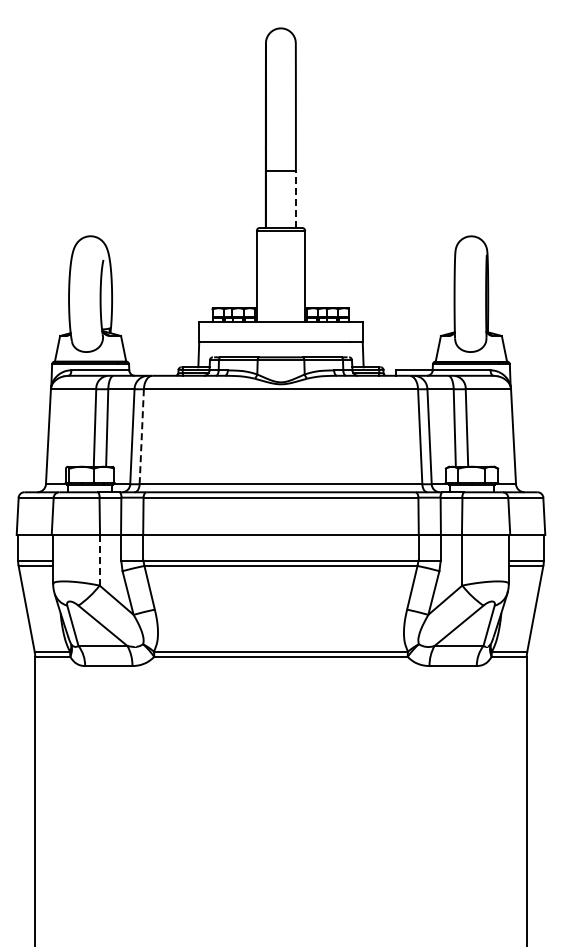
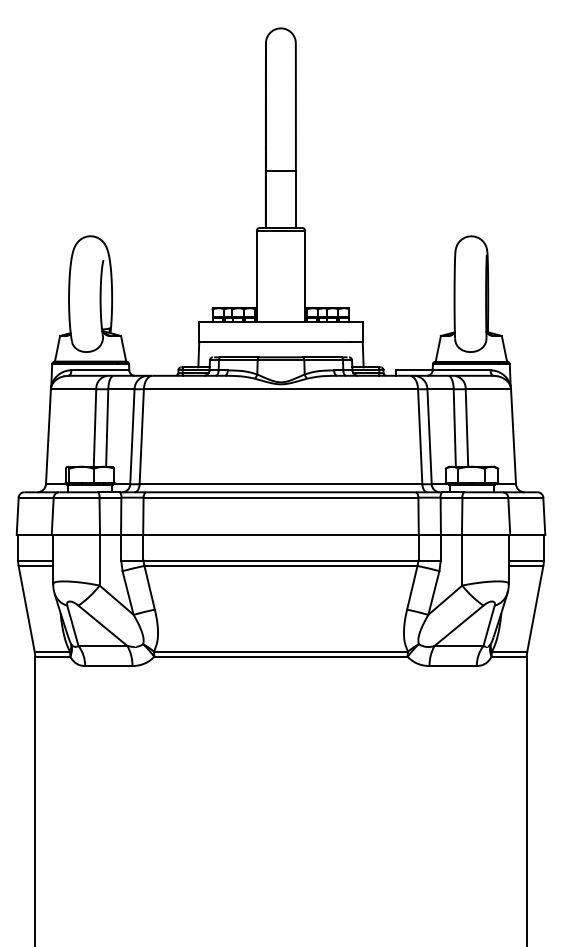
line at (295, 199): dashed -> solid
line at (141, 436): dashed -> solid
line at (99, 560): dashed -> solid
